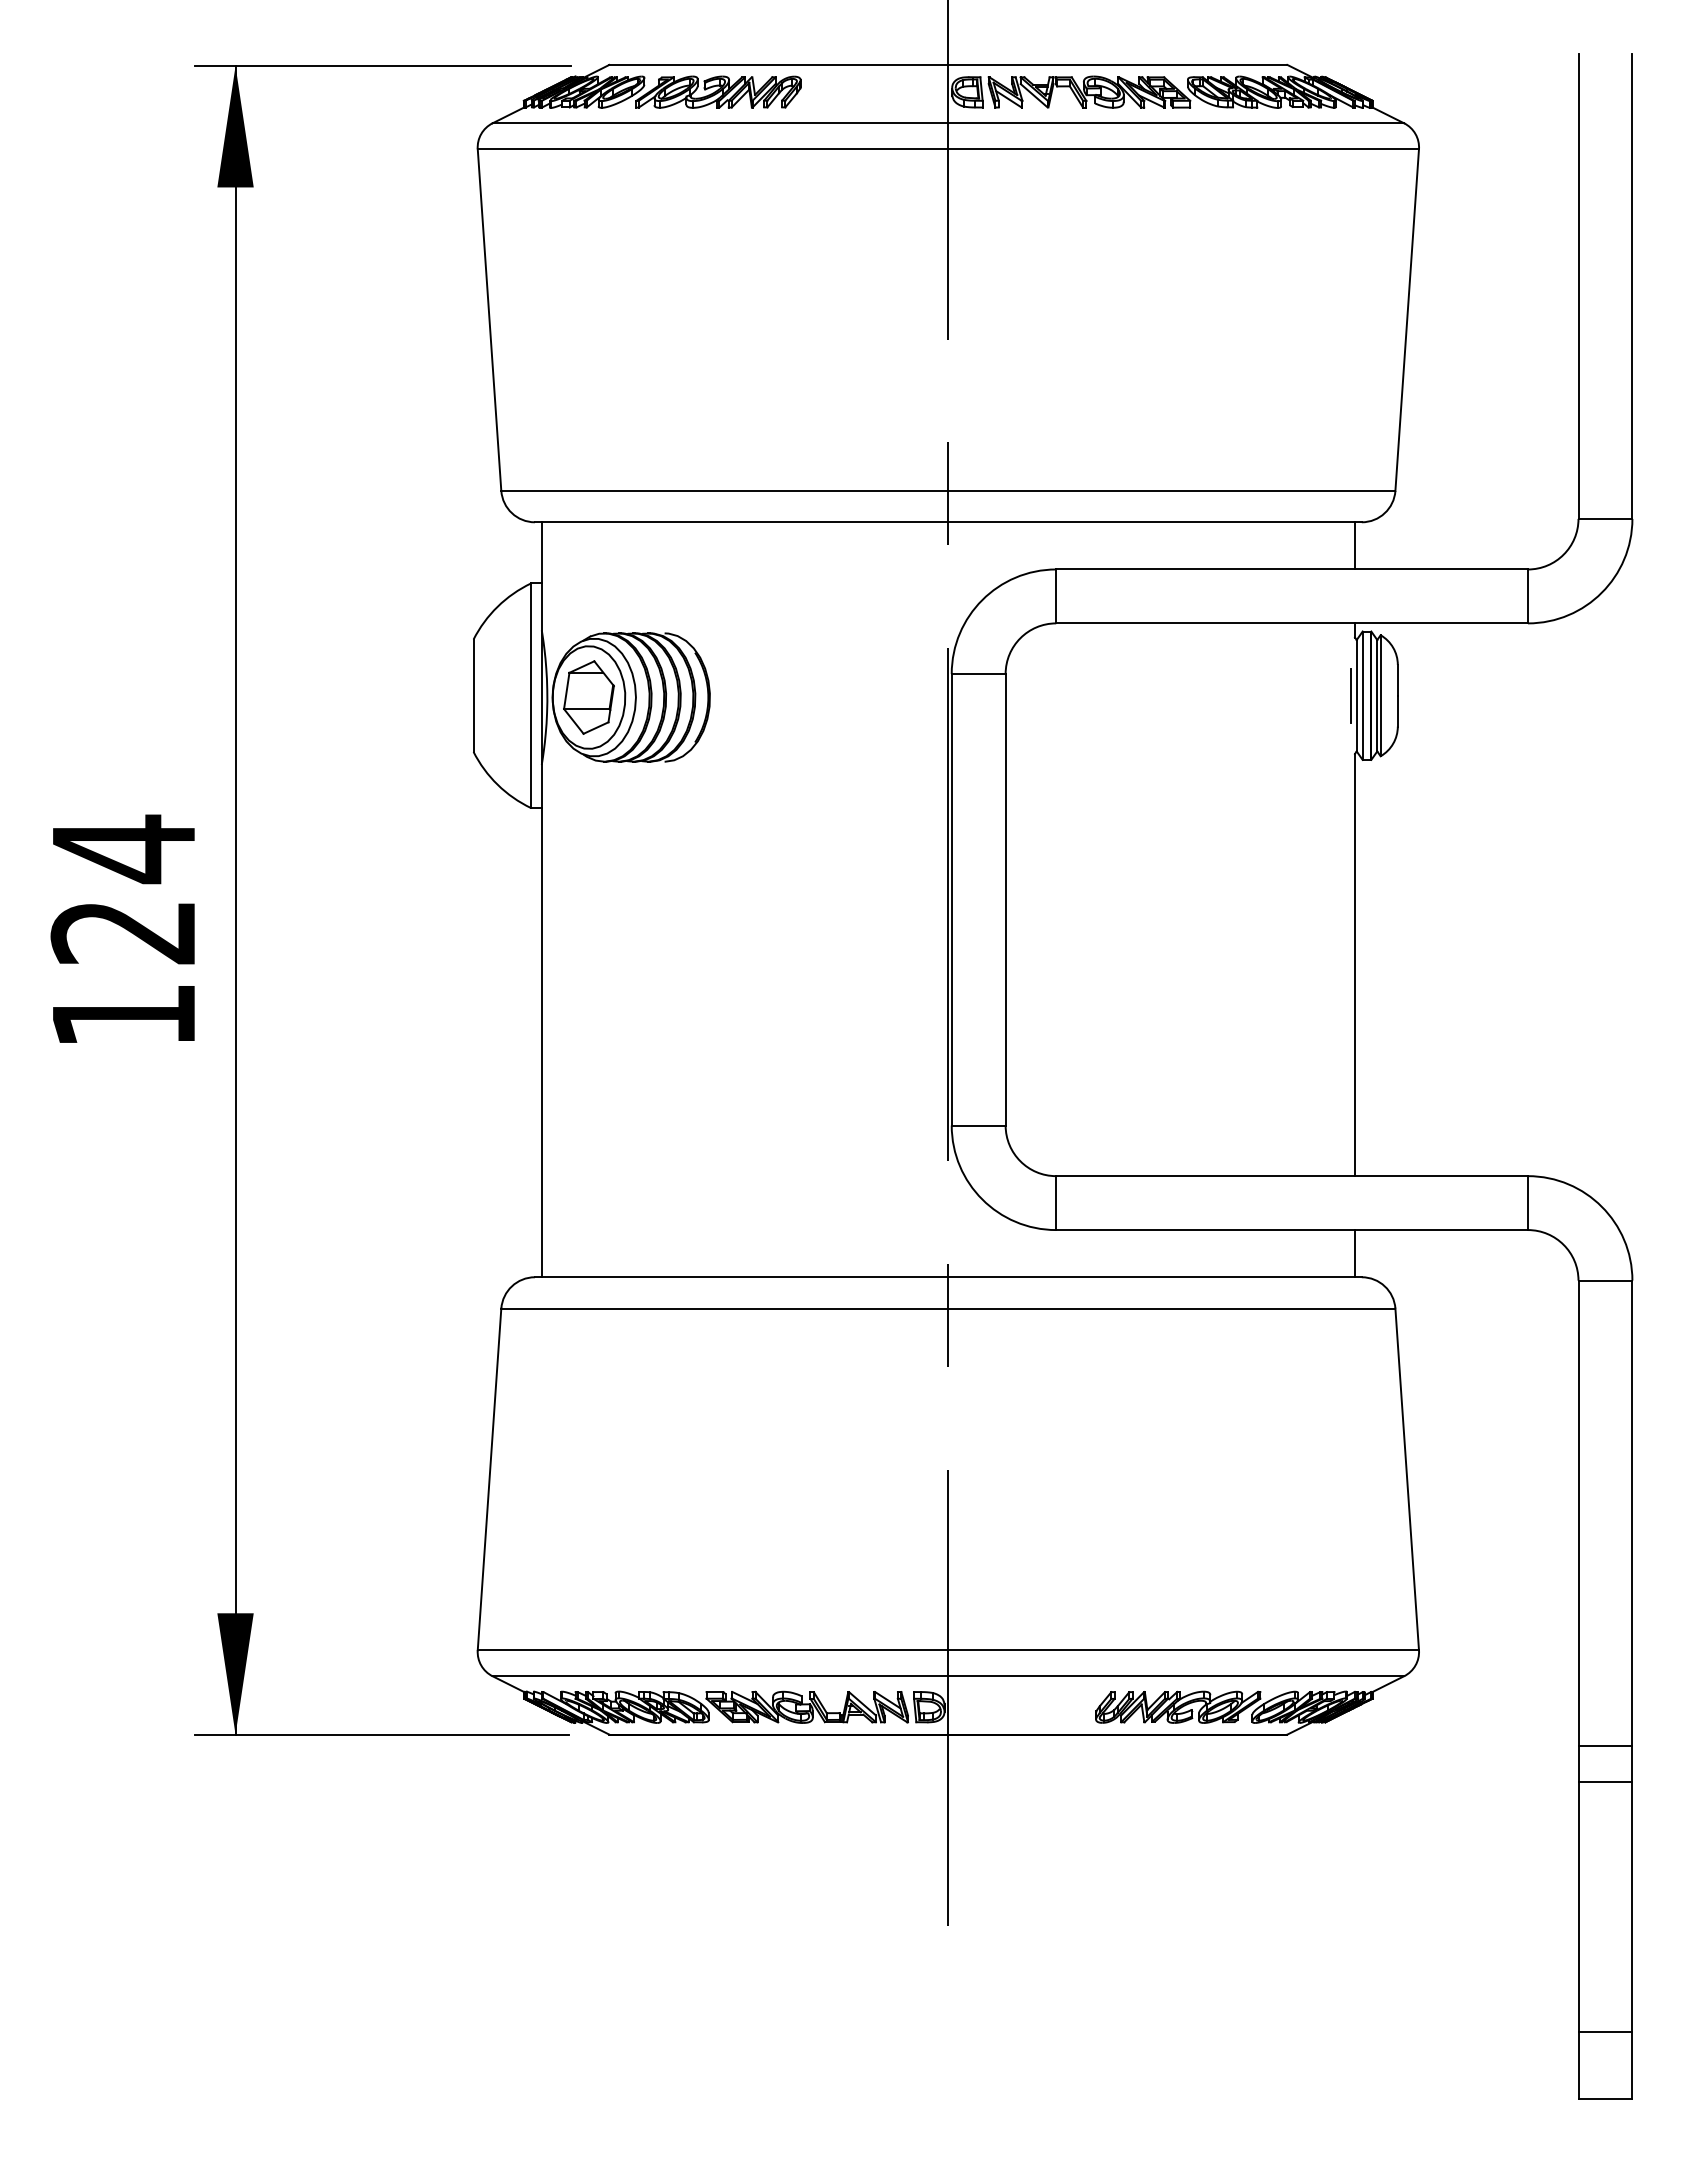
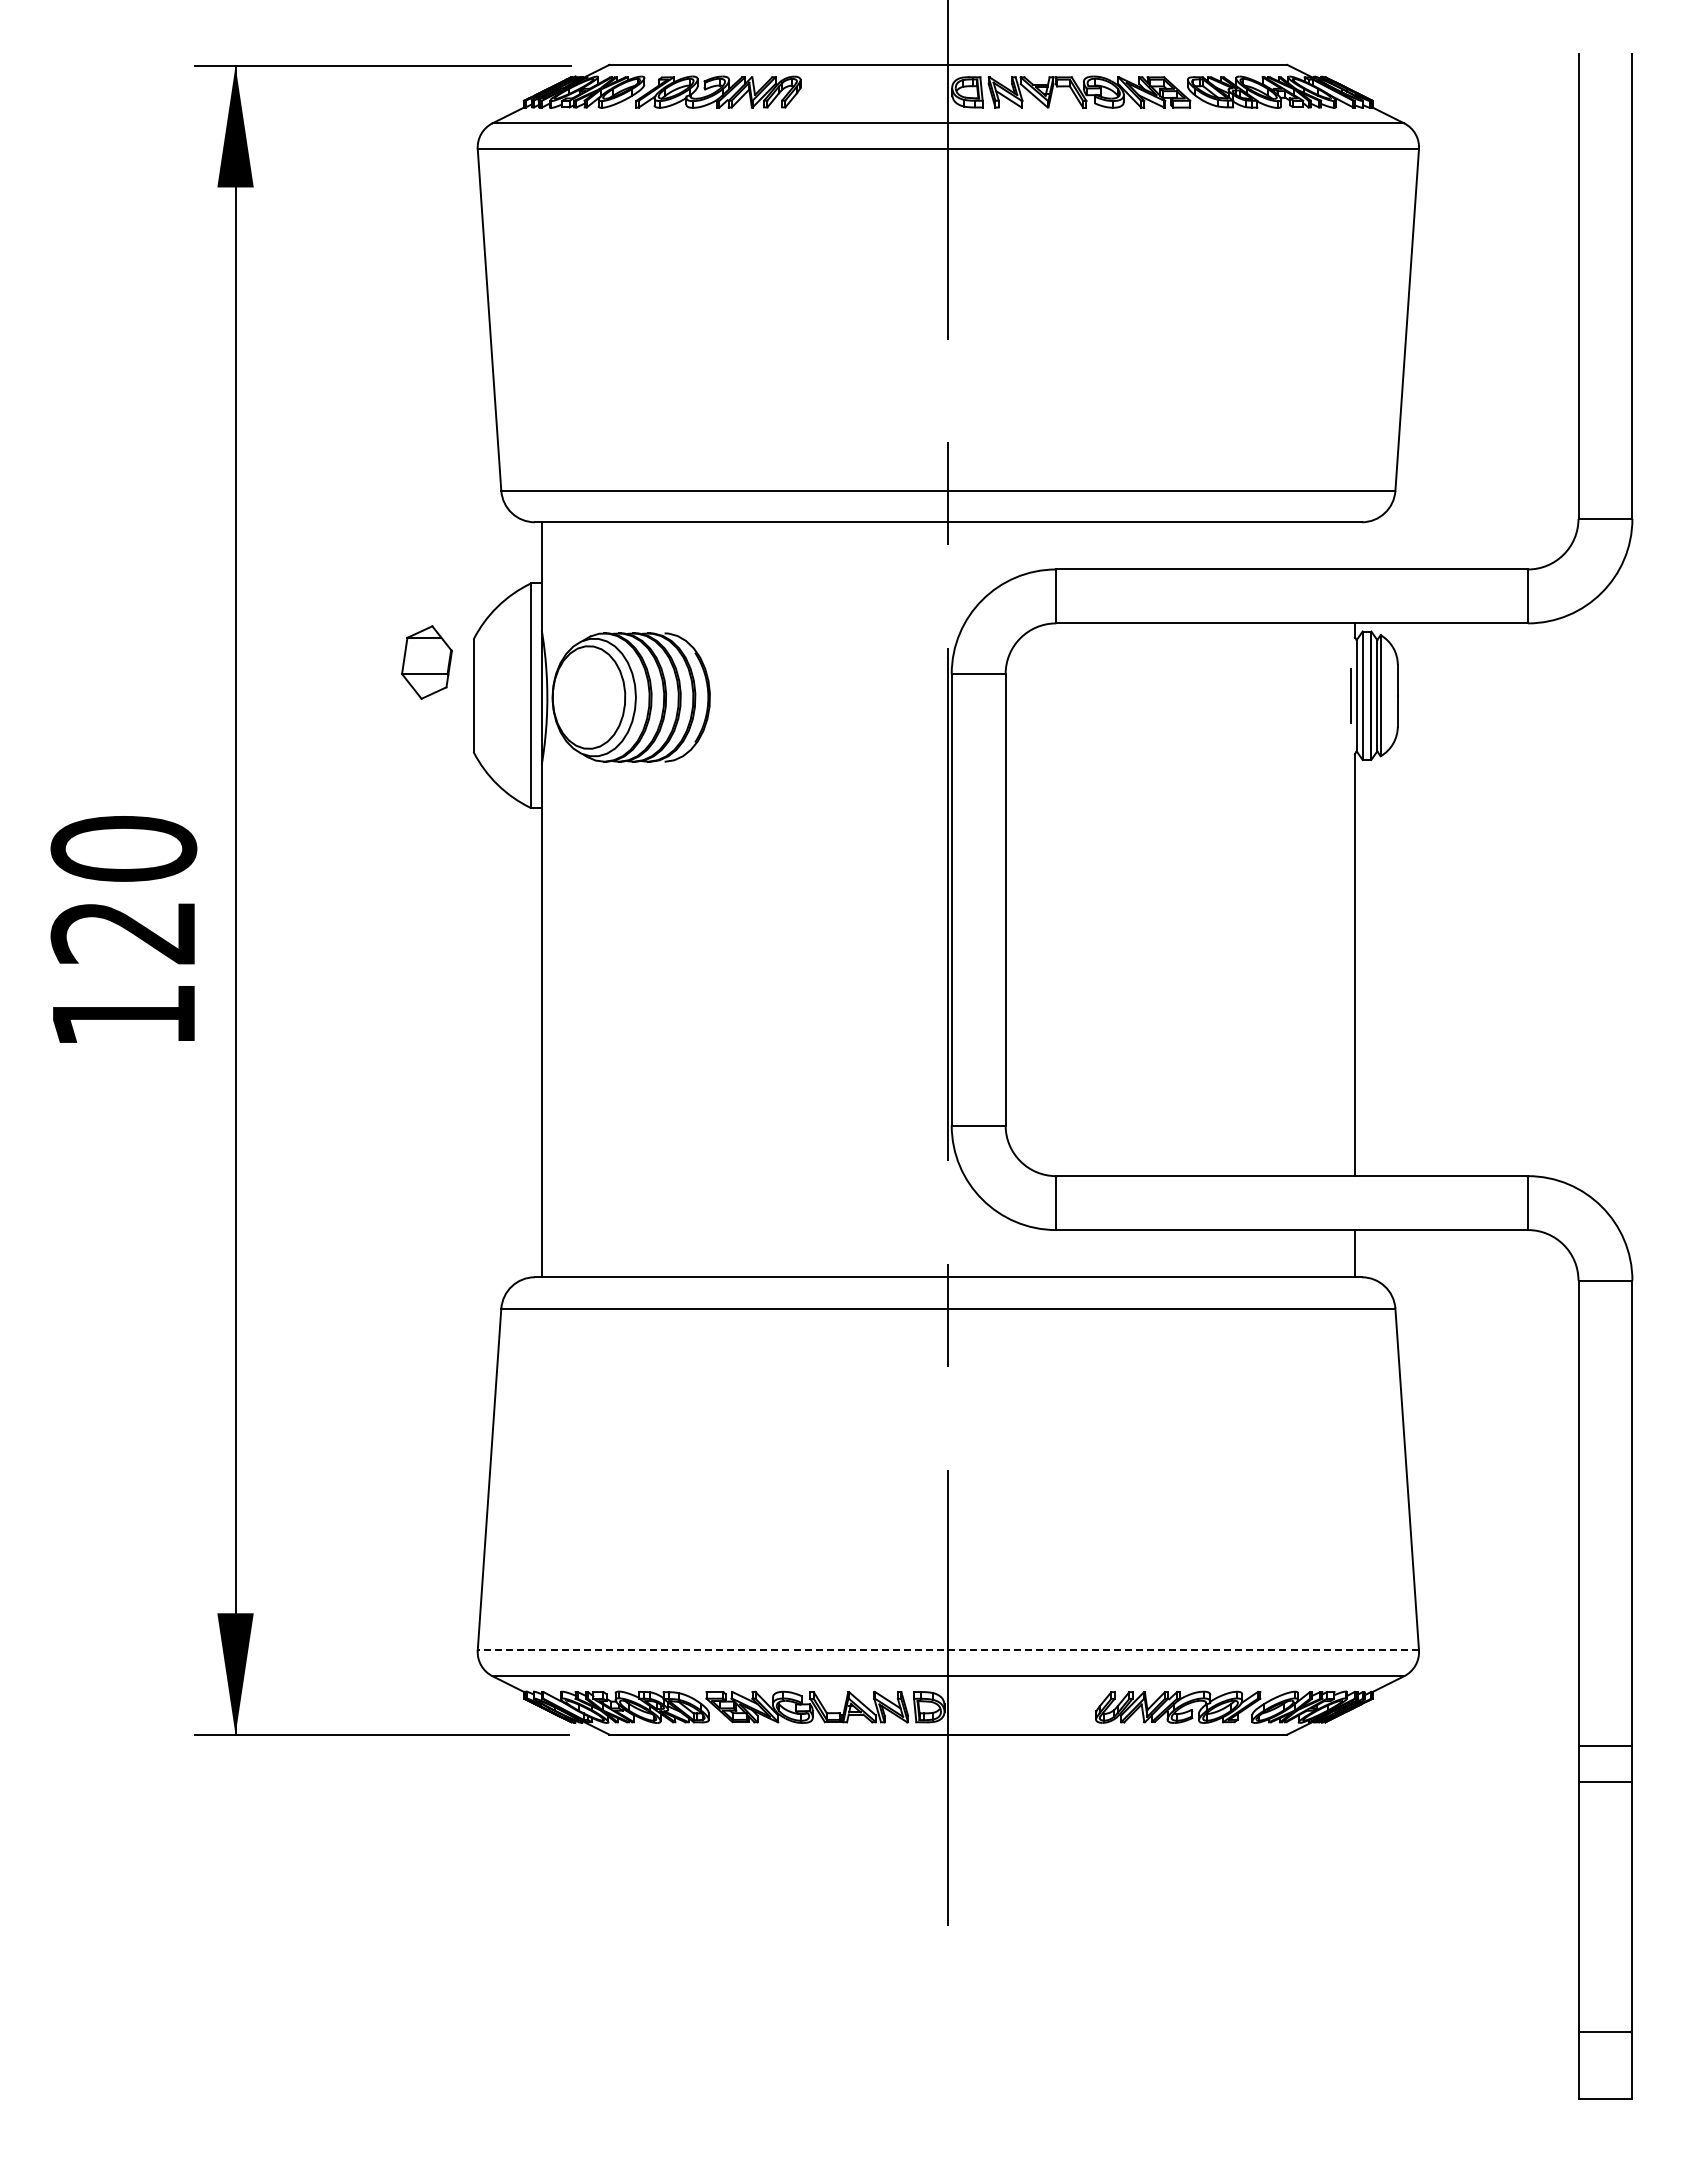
line at (1355, 545): present -> none
part at (588, 697) position: (588, 697) -> (426, 662)
text at (123, 849): 124 -> 120
line at (948, 1650): solid -> dashed
